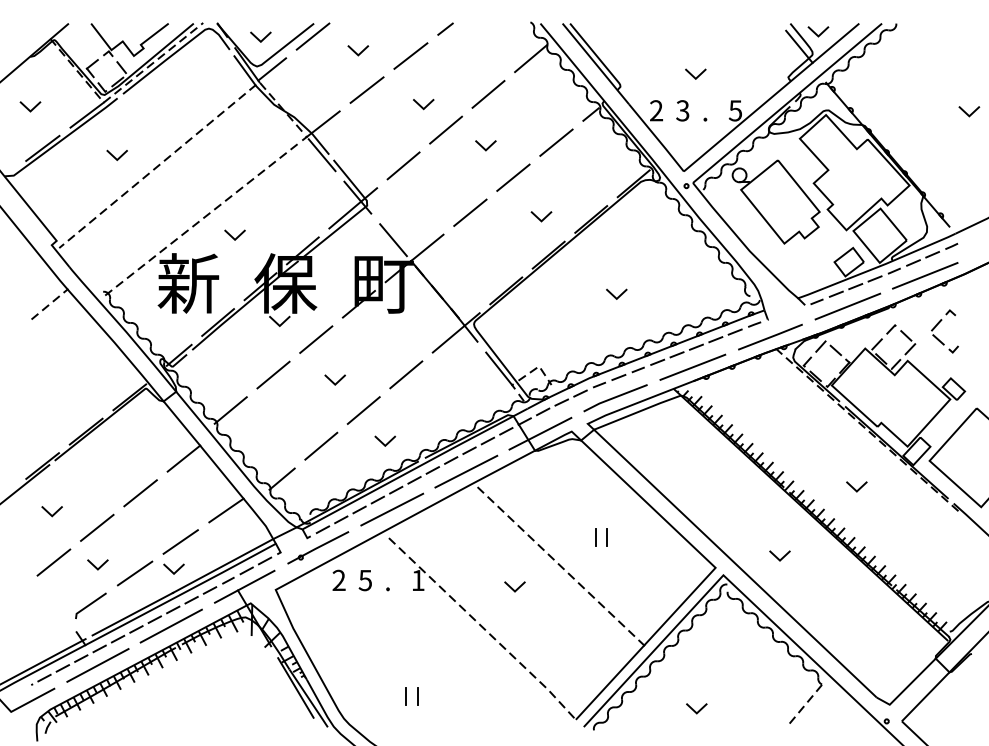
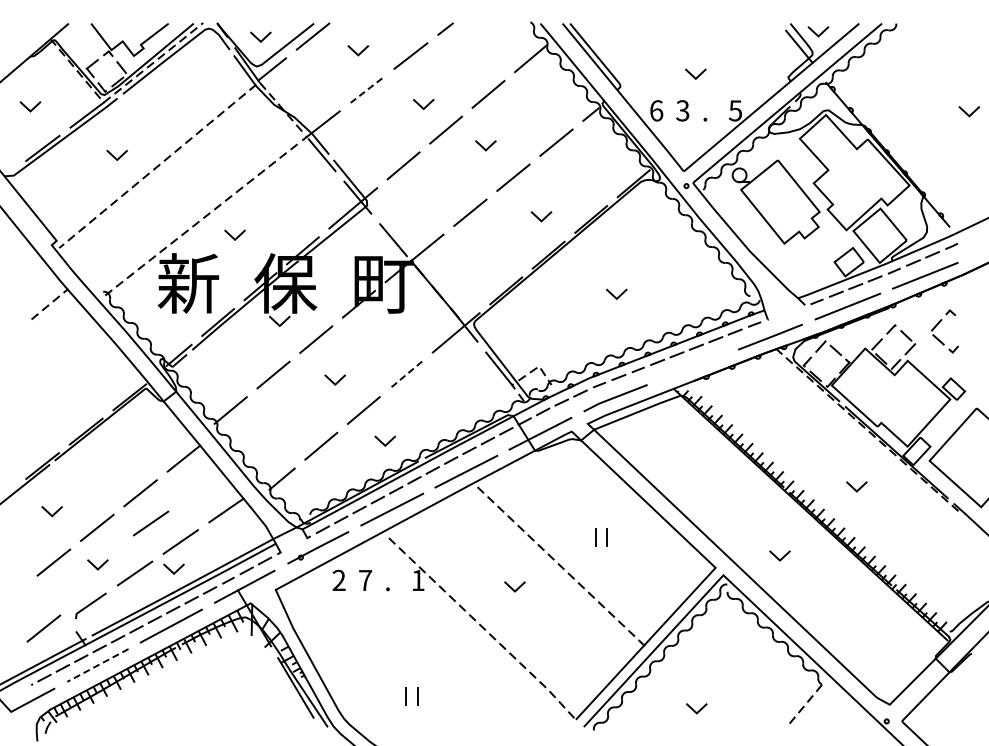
line at (367, 90): solid -> dashed
text at (656, 110): 2 -> 6
line at (692, 366): present -> none
line at (406, 374): solid -> dashed
line at (150, 523): none -> present
text at (365, 580): 5 -> 7
line at (43, 628): none -> present
line at (97, 665): solid -> dashed
